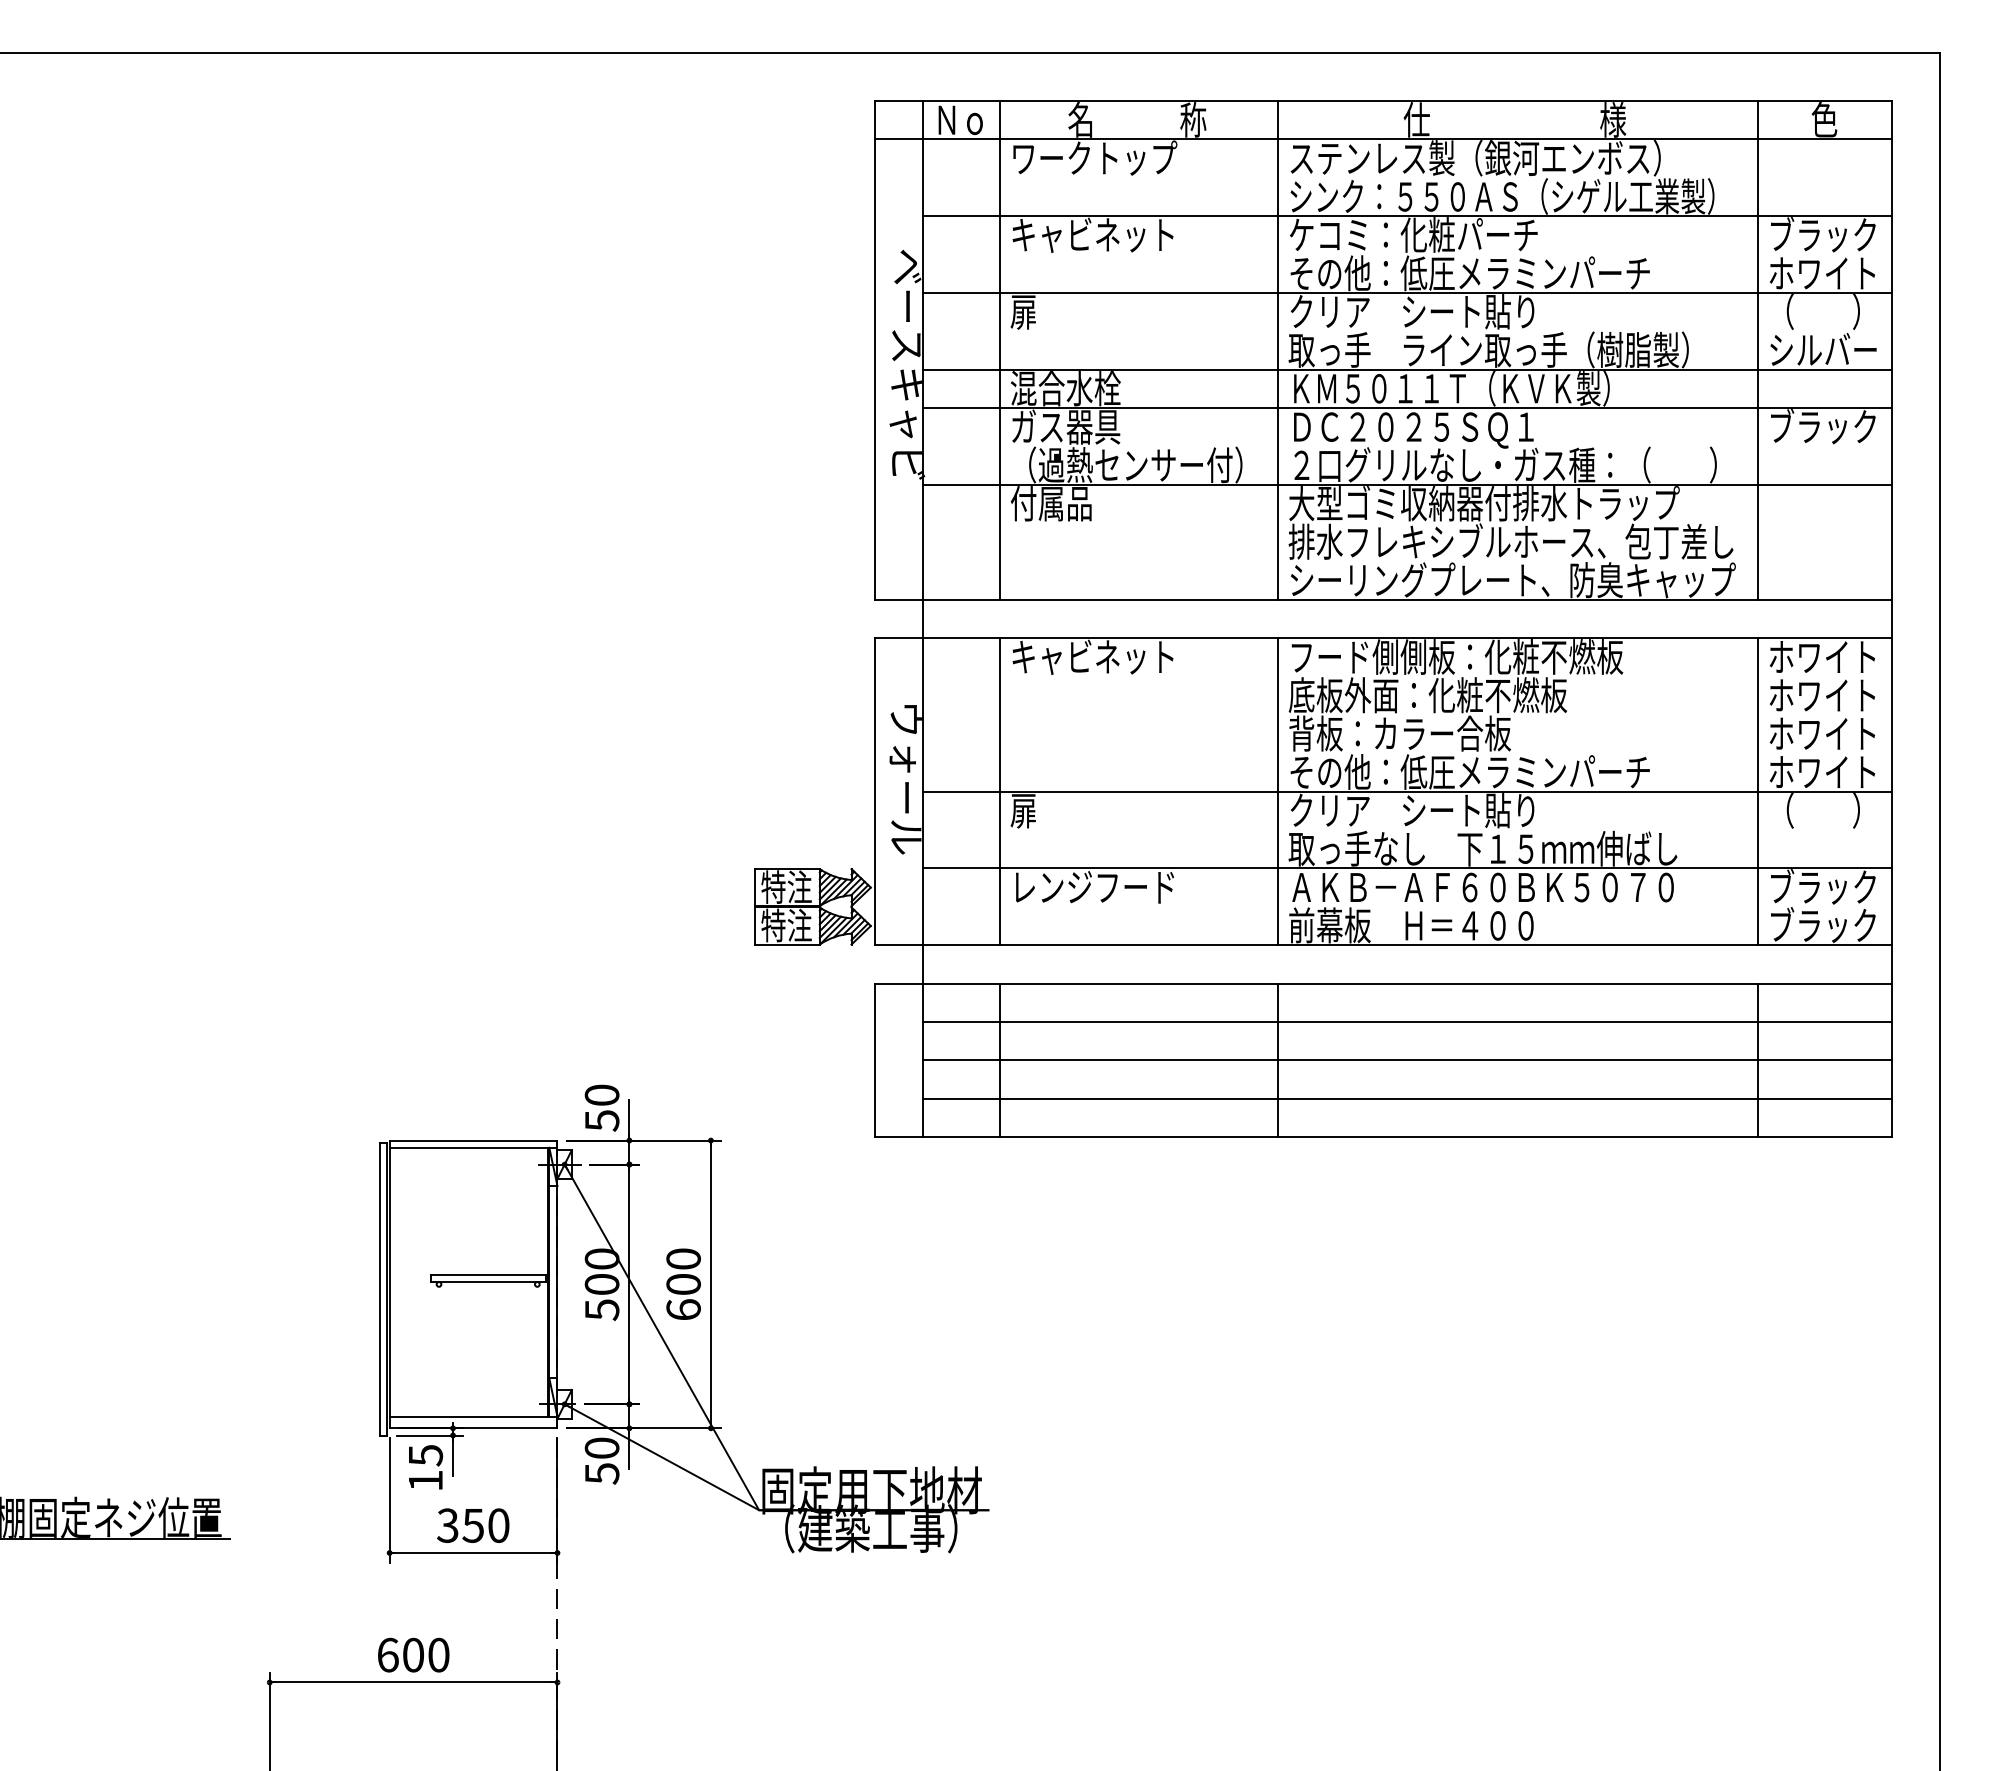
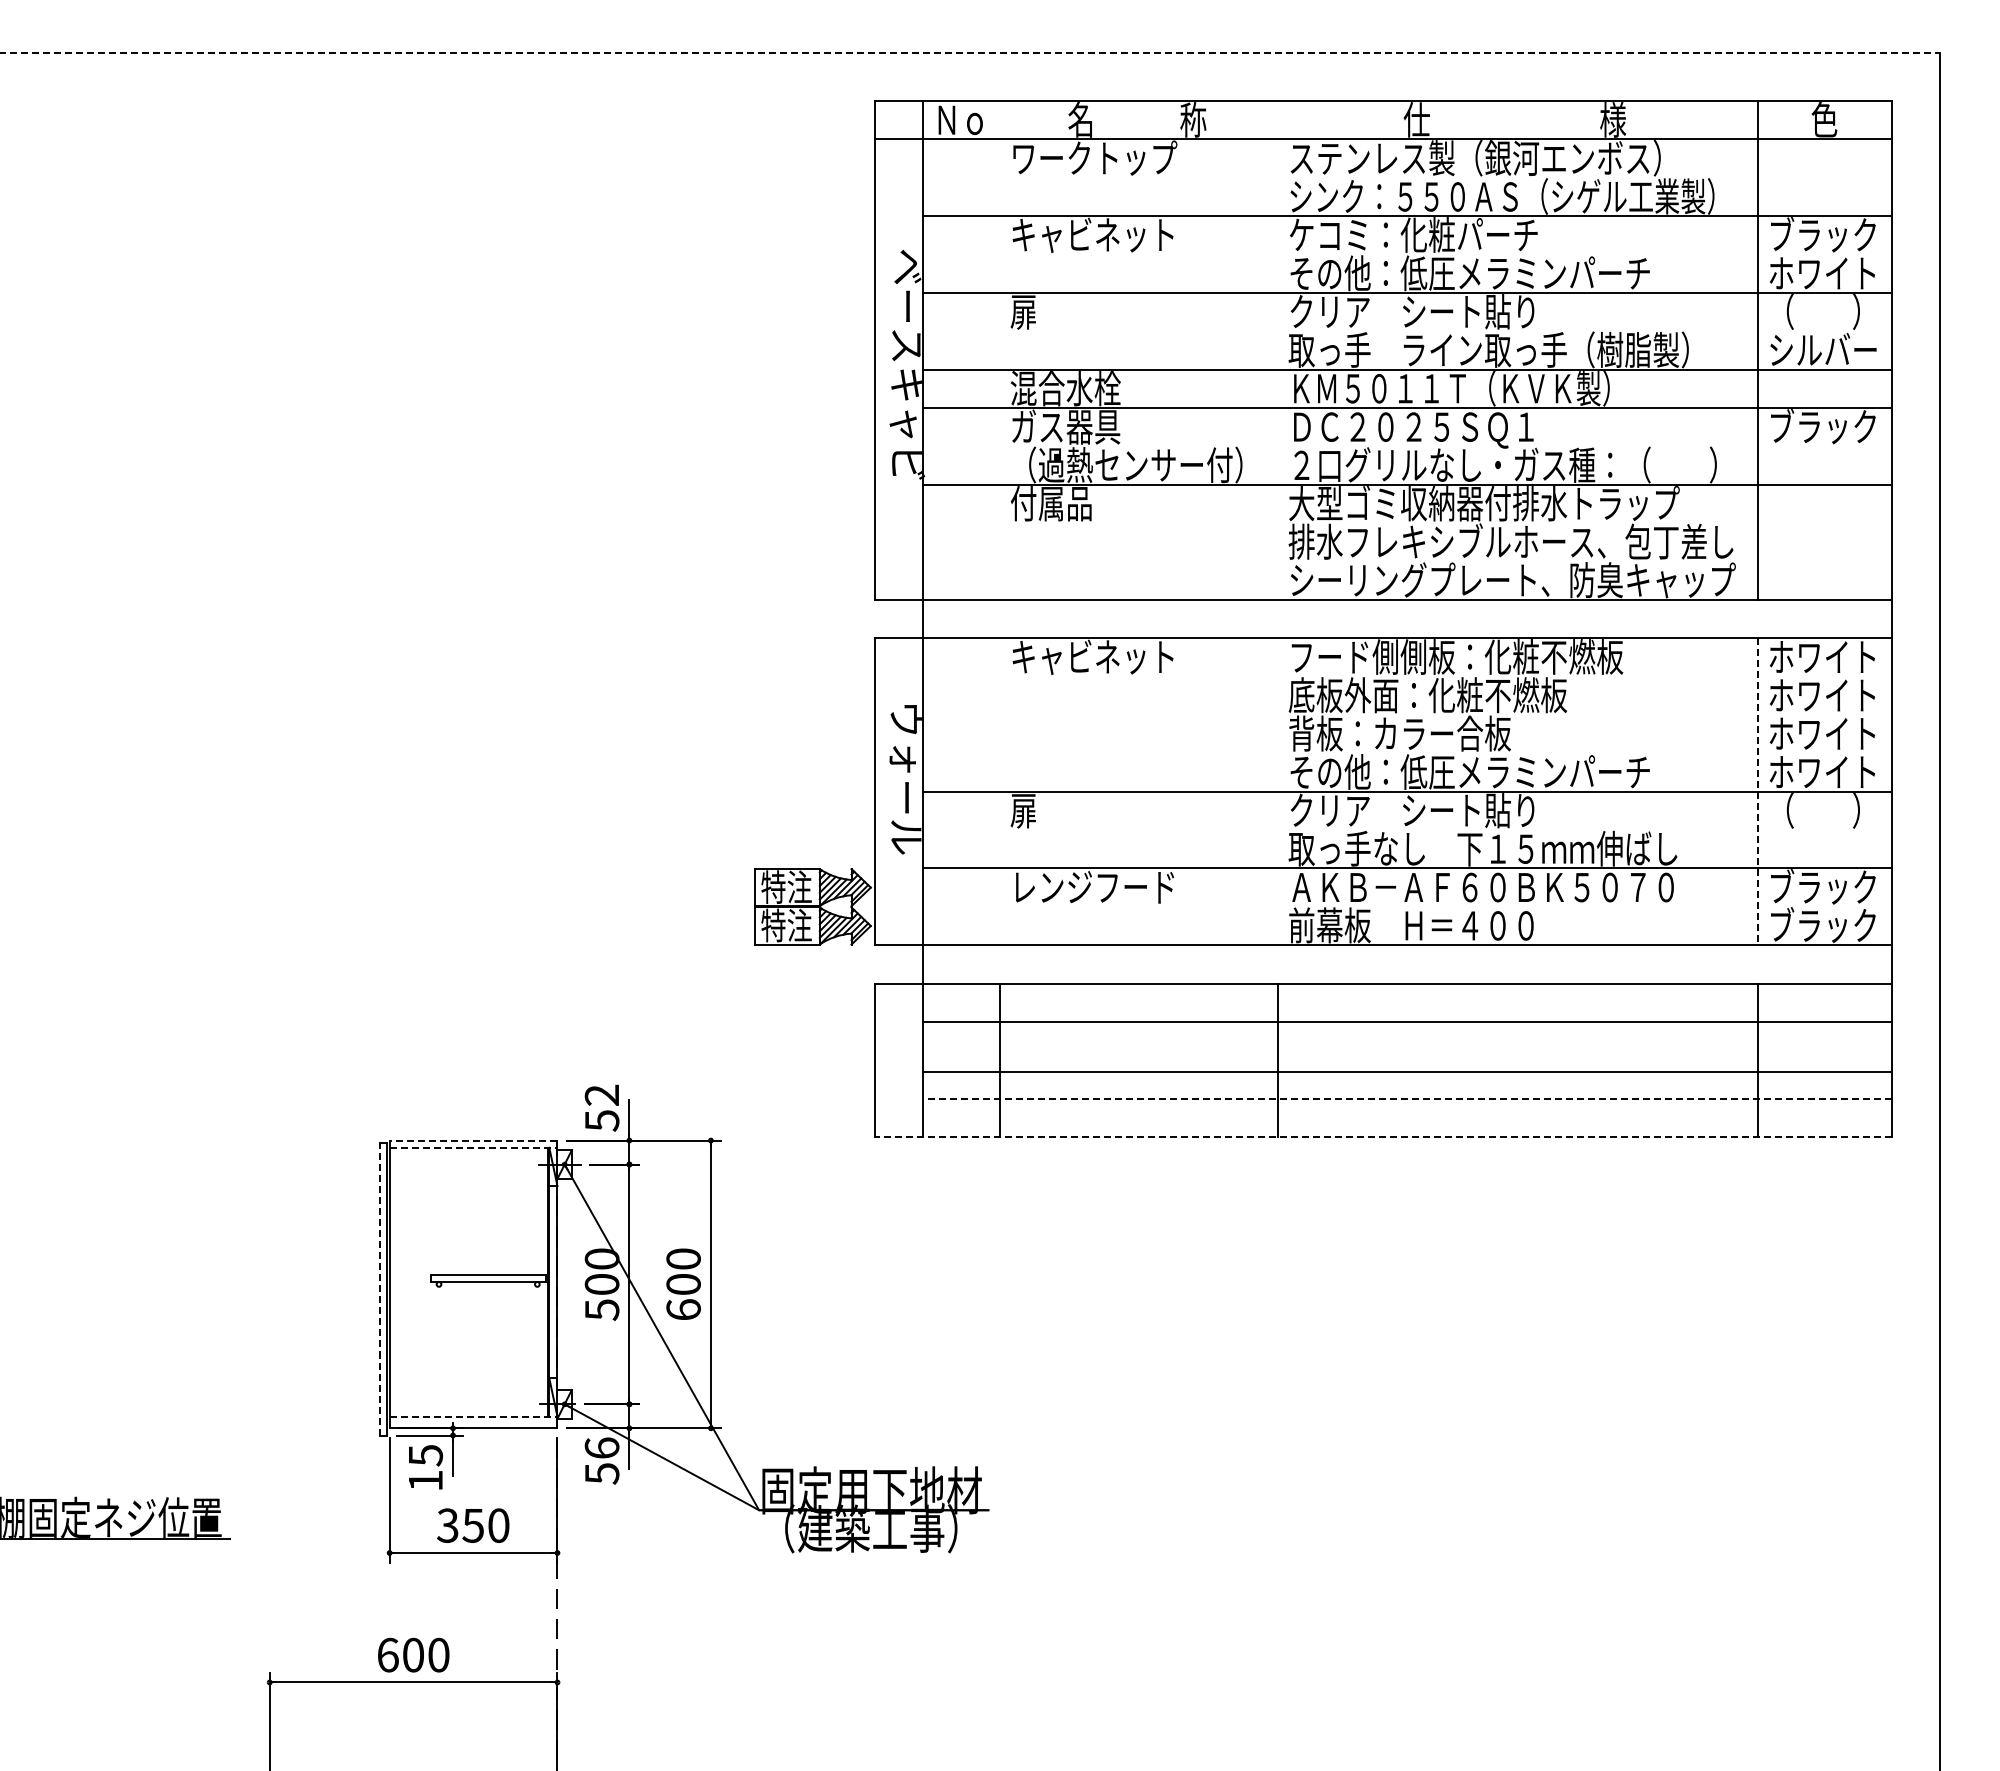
line at (970, 53): solid -> dashed
line at (1000, 350): present -> none
line at (1278, 350): present -> none
line at (1000, 791): present -> none
line at (1278, 791): present -> none
line at (1757, 792): solid -> dashed
line at (1407, 1060) position: (1407, 1060) -> (1407, 1072)
text at (601, 1094): 50 -> 52
line at (1407, 1098): solid -> dashed
line at (1383, 1136): solid -> dashed
line at (473, 1140): solid -> dashed
line at (473, 1147): solid -> dashed
line at (380, 1288): solid -> dashed
line at (473, 1416): solid -> dashed
text at (601, 1447): 50 -> 56
